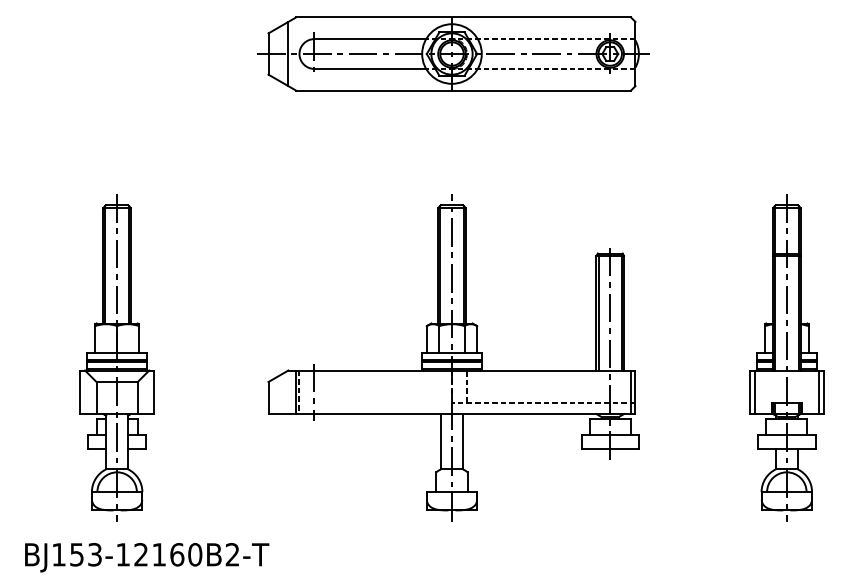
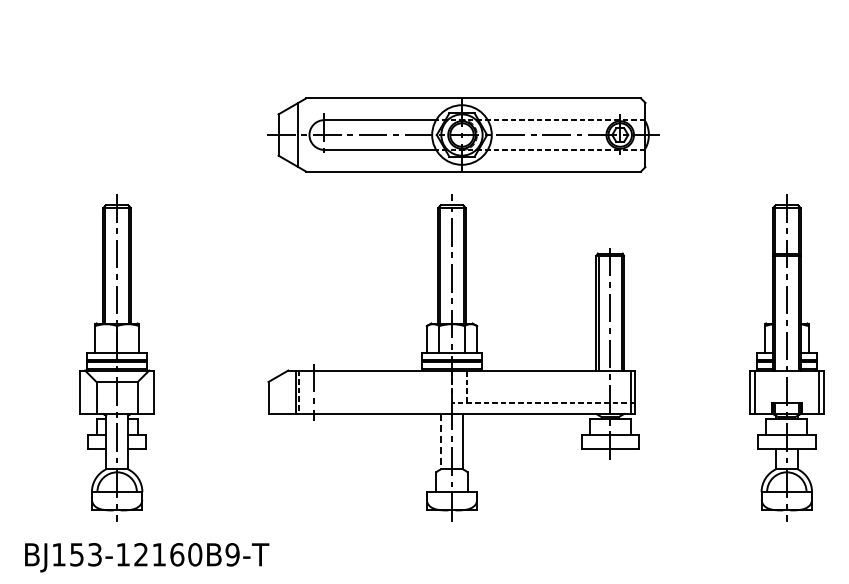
part at (453, 53) position: (453, 53) -> (463, 134)
line at (441, 441): solid -> dashed
text at (232, 554): BJ153-12160B2-T -> BJ153-12160B9-T
